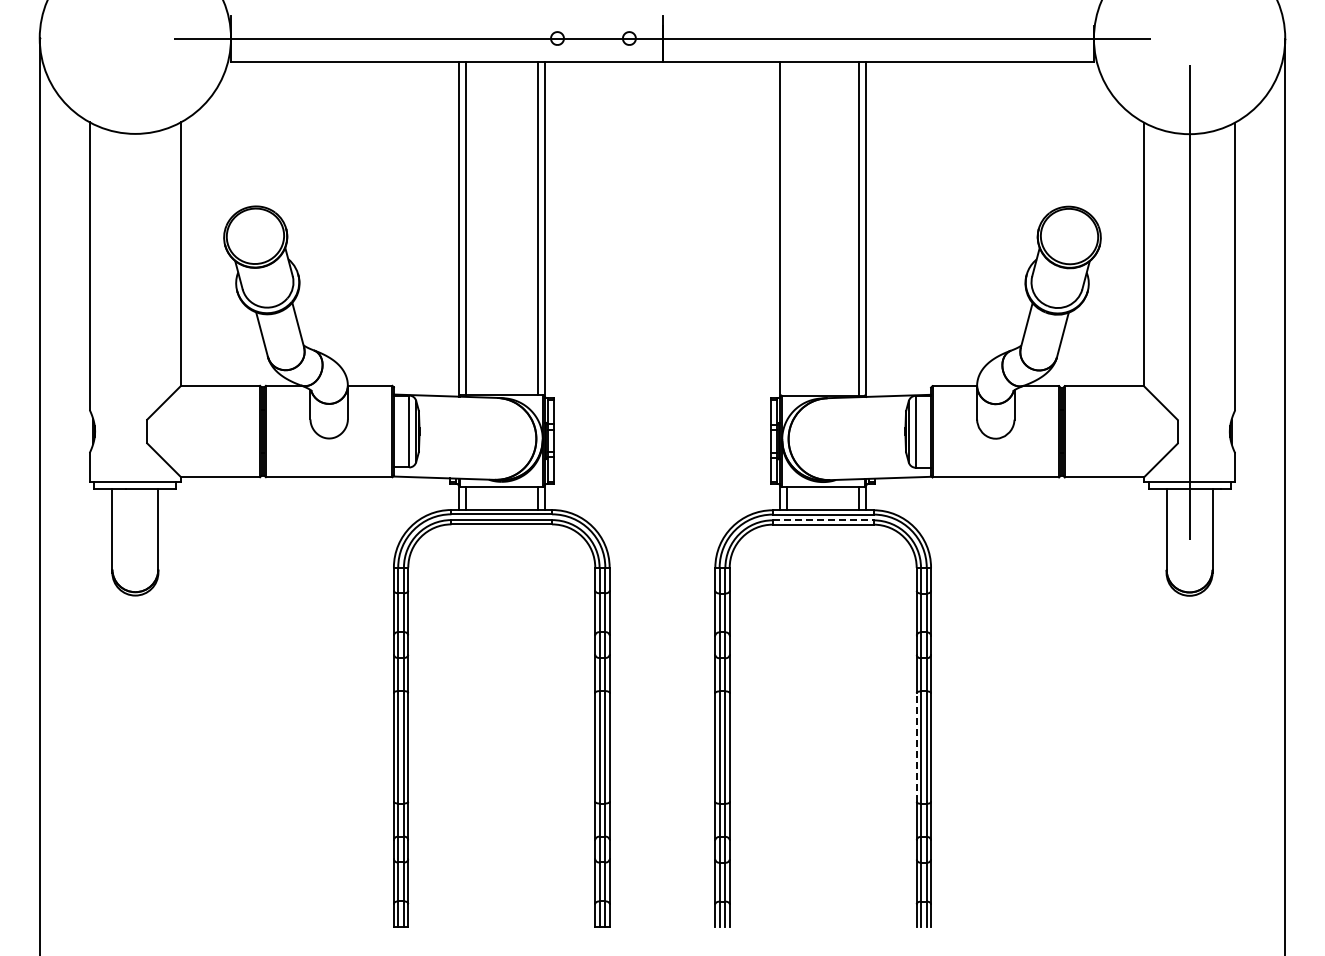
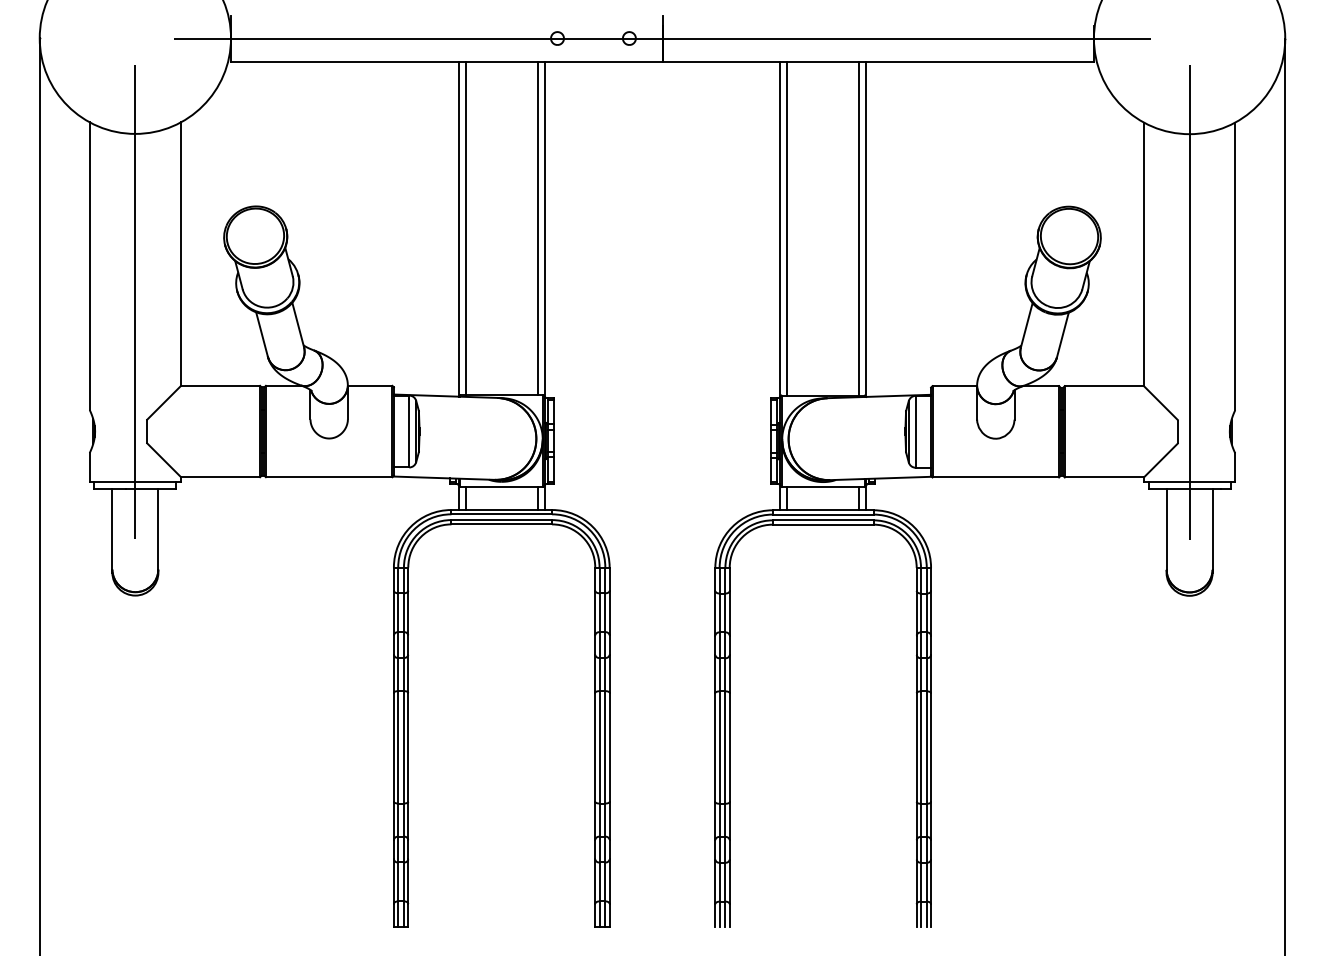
line at (787, 228): none -> present
line at (135, 301): none -> present
line at (823, 520): dashed -> solid
line at (916, 747): dashed -> solid
